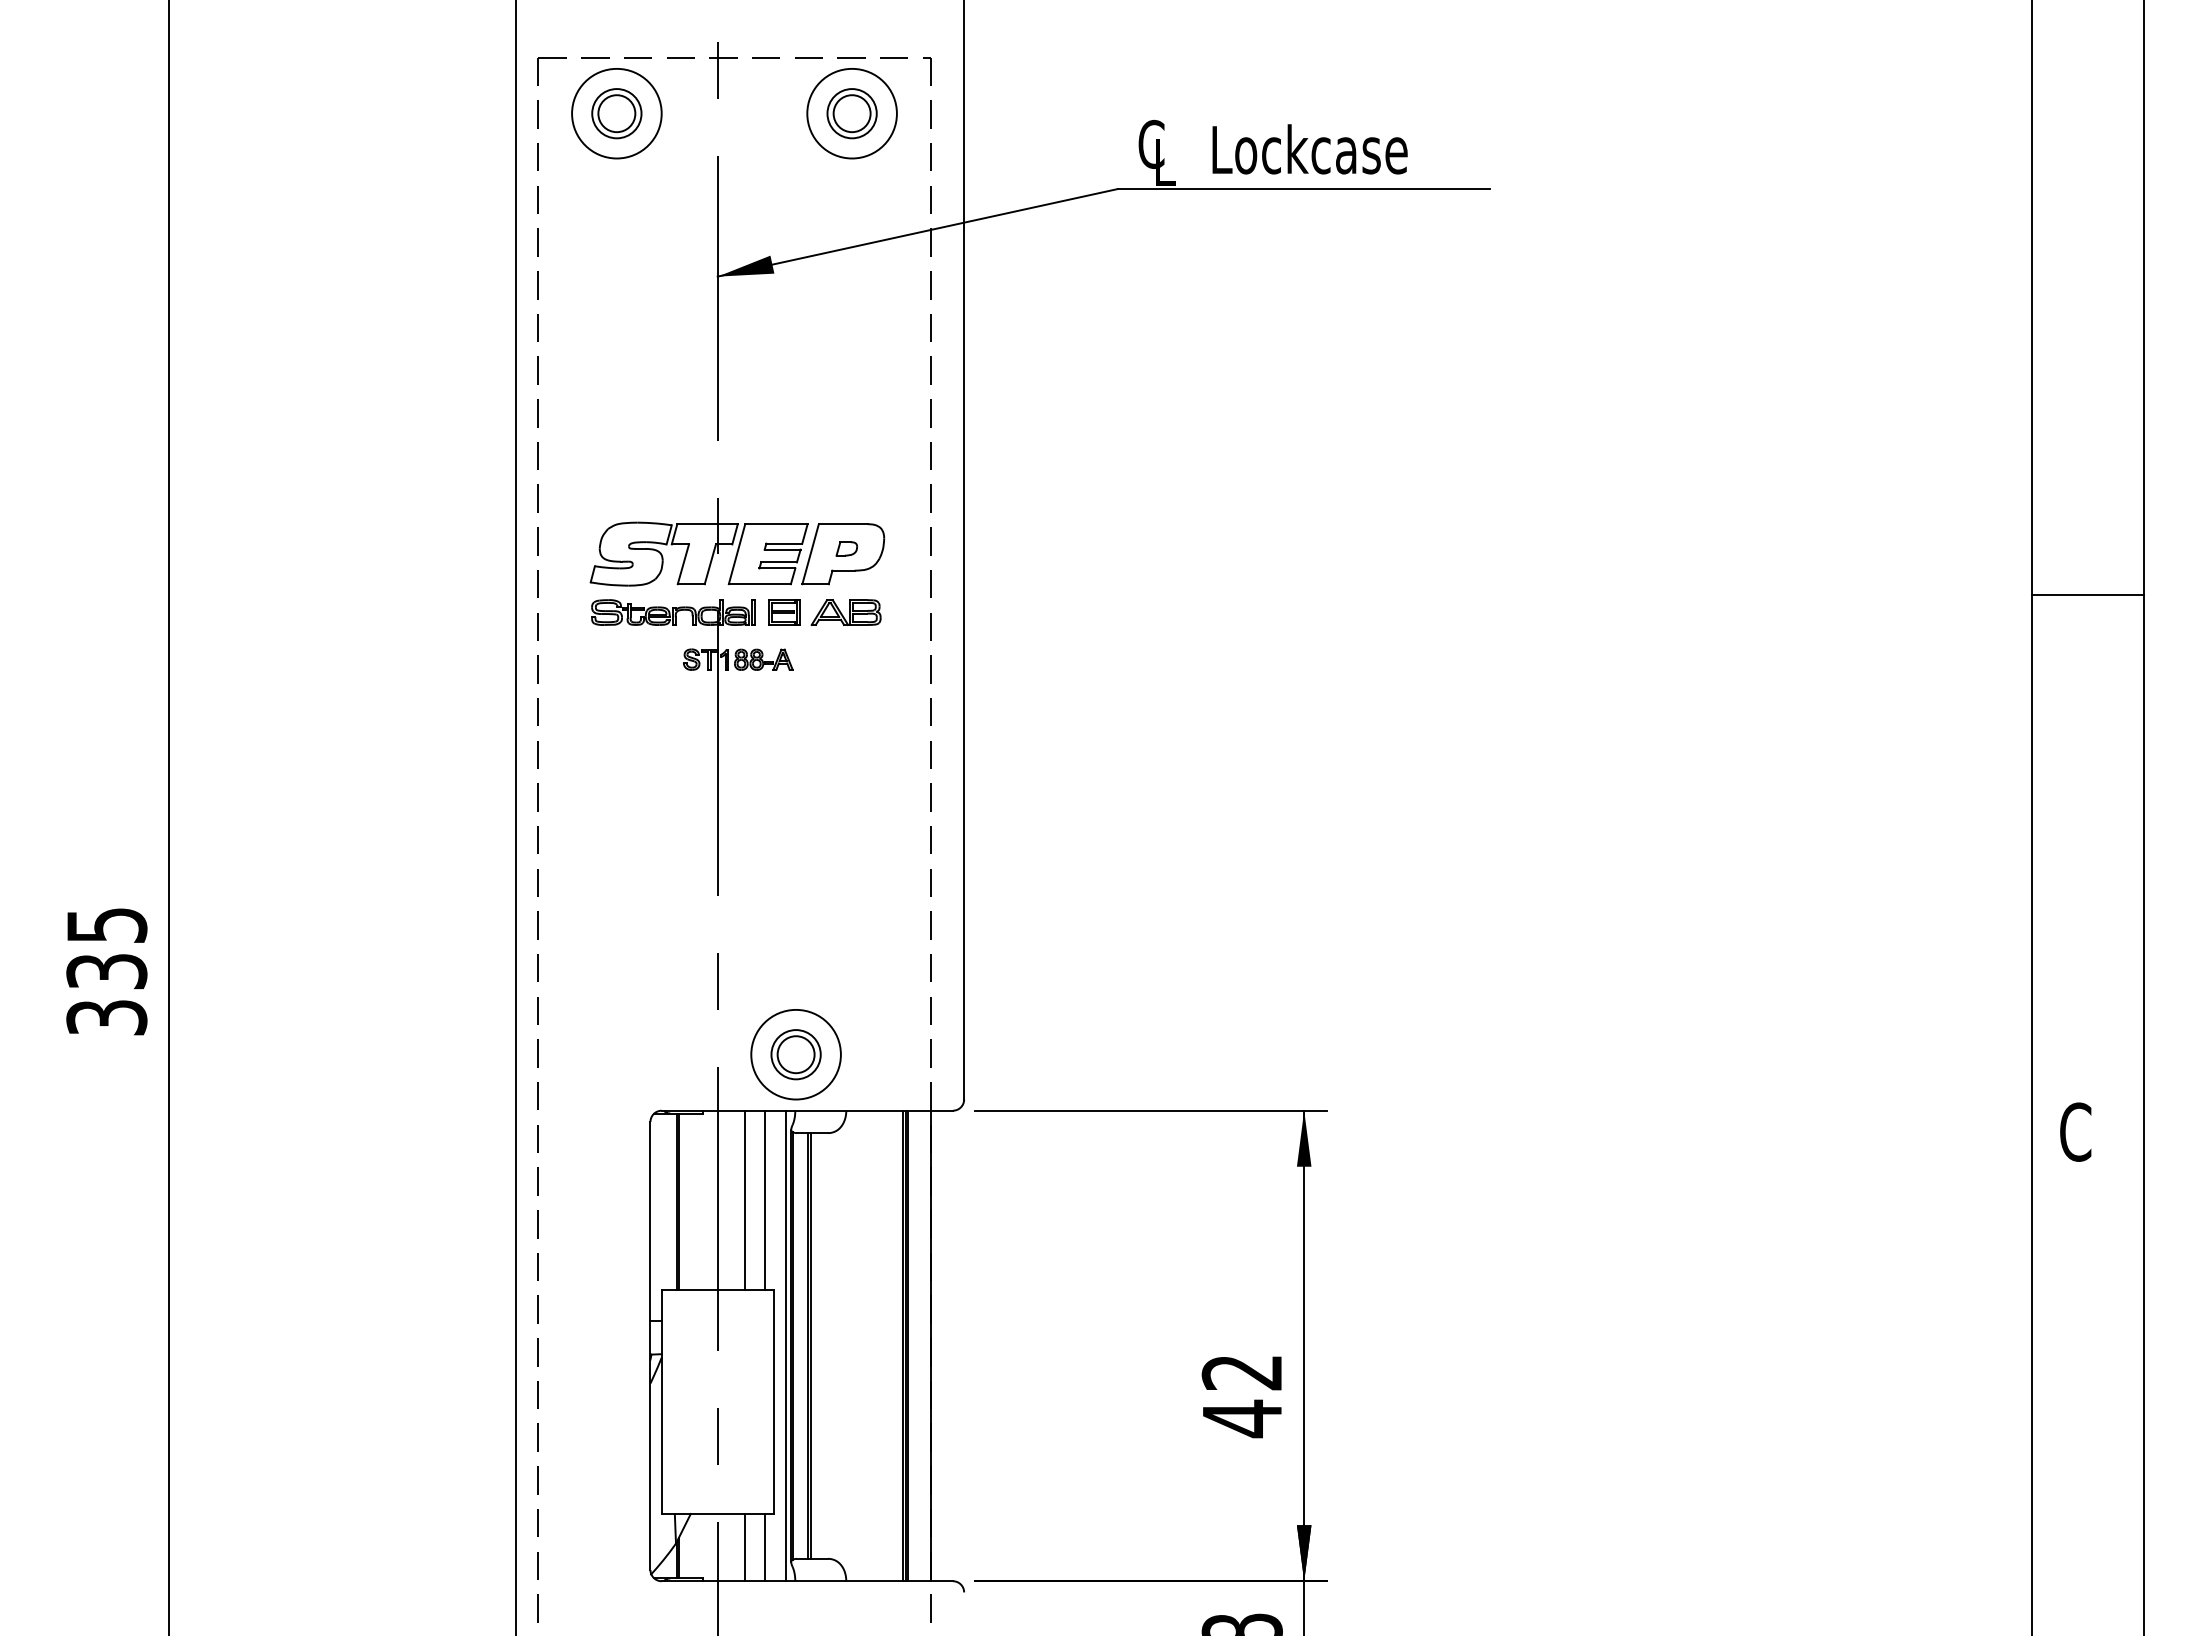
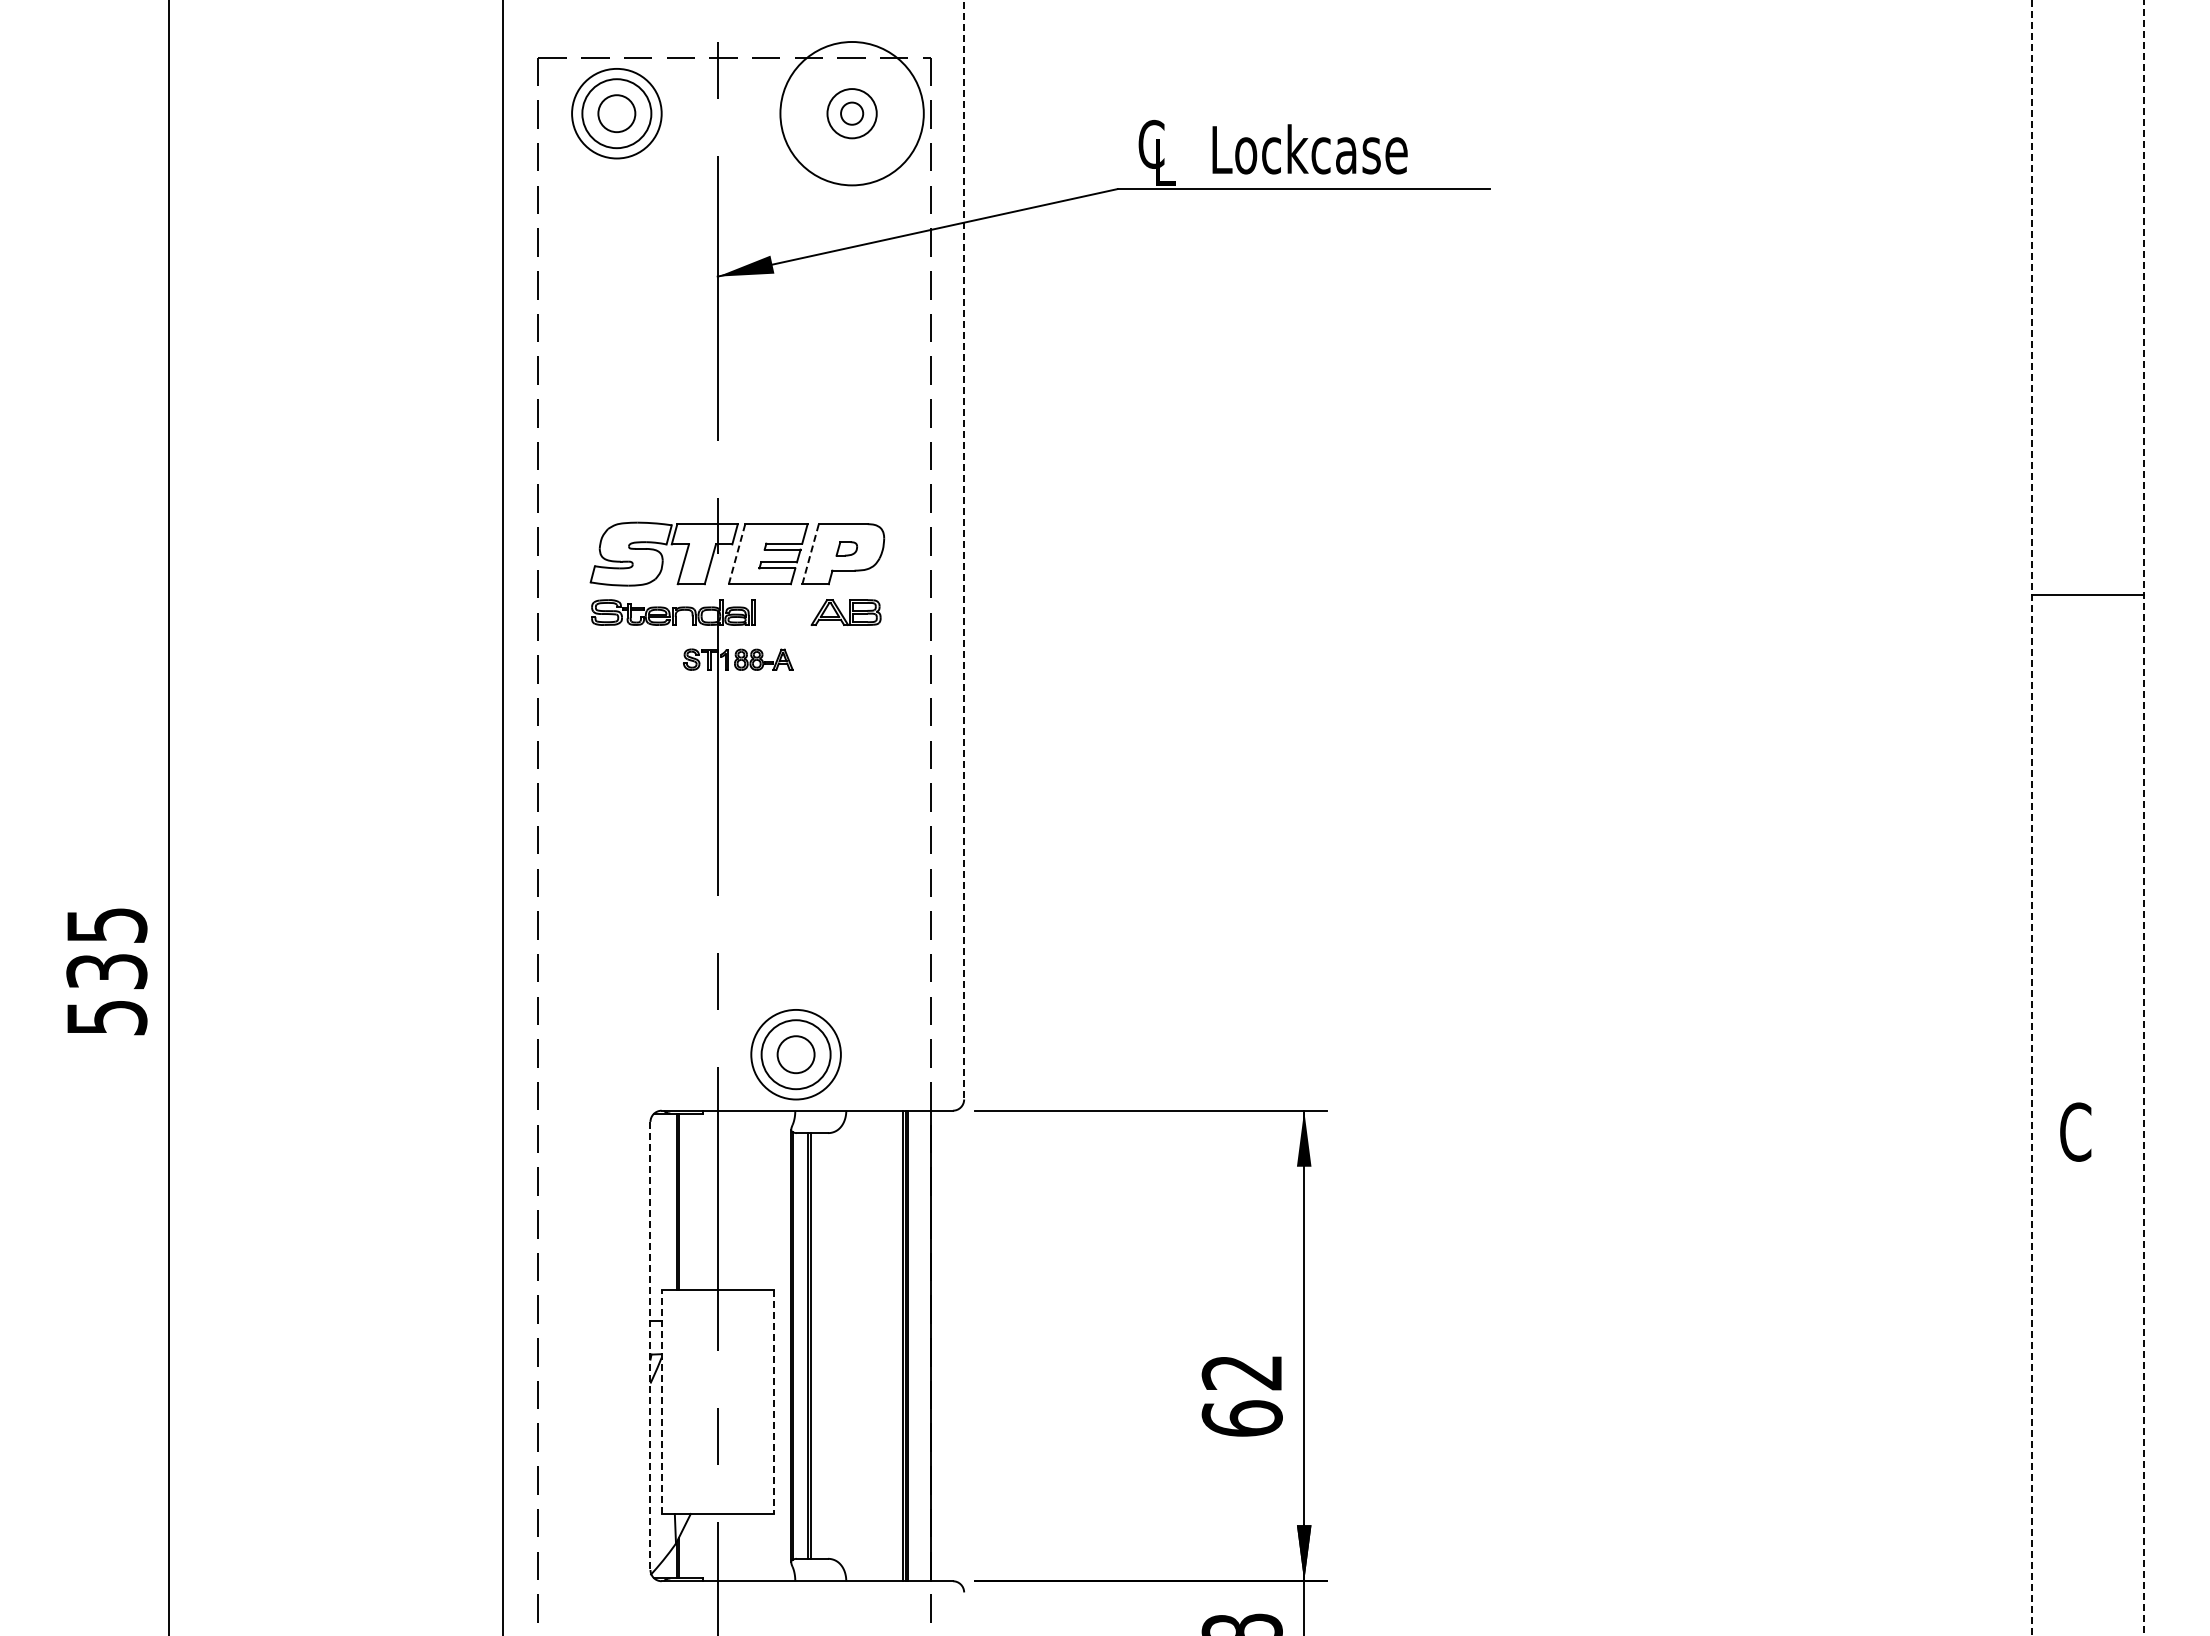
circle at (616, 113) diameter: 49 px -> 69 px
circle at (851, 113) diameter: 37 px -> 22 px
circle at (851, 113) diameter: 90 px -> 143 px
line at (964, 550): solid -> dashed
line at (737, 553): solid -> dashed
line at (810, 553): solid -> dashed
part at (784, 612): present -> none
line at (516, 817) position: (516, 817) -> (503, 817)
line at (2031, 817): solid -> dashed
line at (2143, 817): solid -> dashed
text at (106, 1017): 335 -> 535
circle at (795, 1054) diameter: 49 px -> 69 px
line at (745, 1199): present -> none
line at (765, 1199): present -> none
line at (785, 1345): present -> none
line at (650, 1346): solid -> dashed
line at (661, 1401): solid -> dashed
line at (773, 1402): solid -> dashed
text at (1241, 1418): 42 -> 62
line at (745, 1547): present -> none
line at (765, 1547): present -> none
